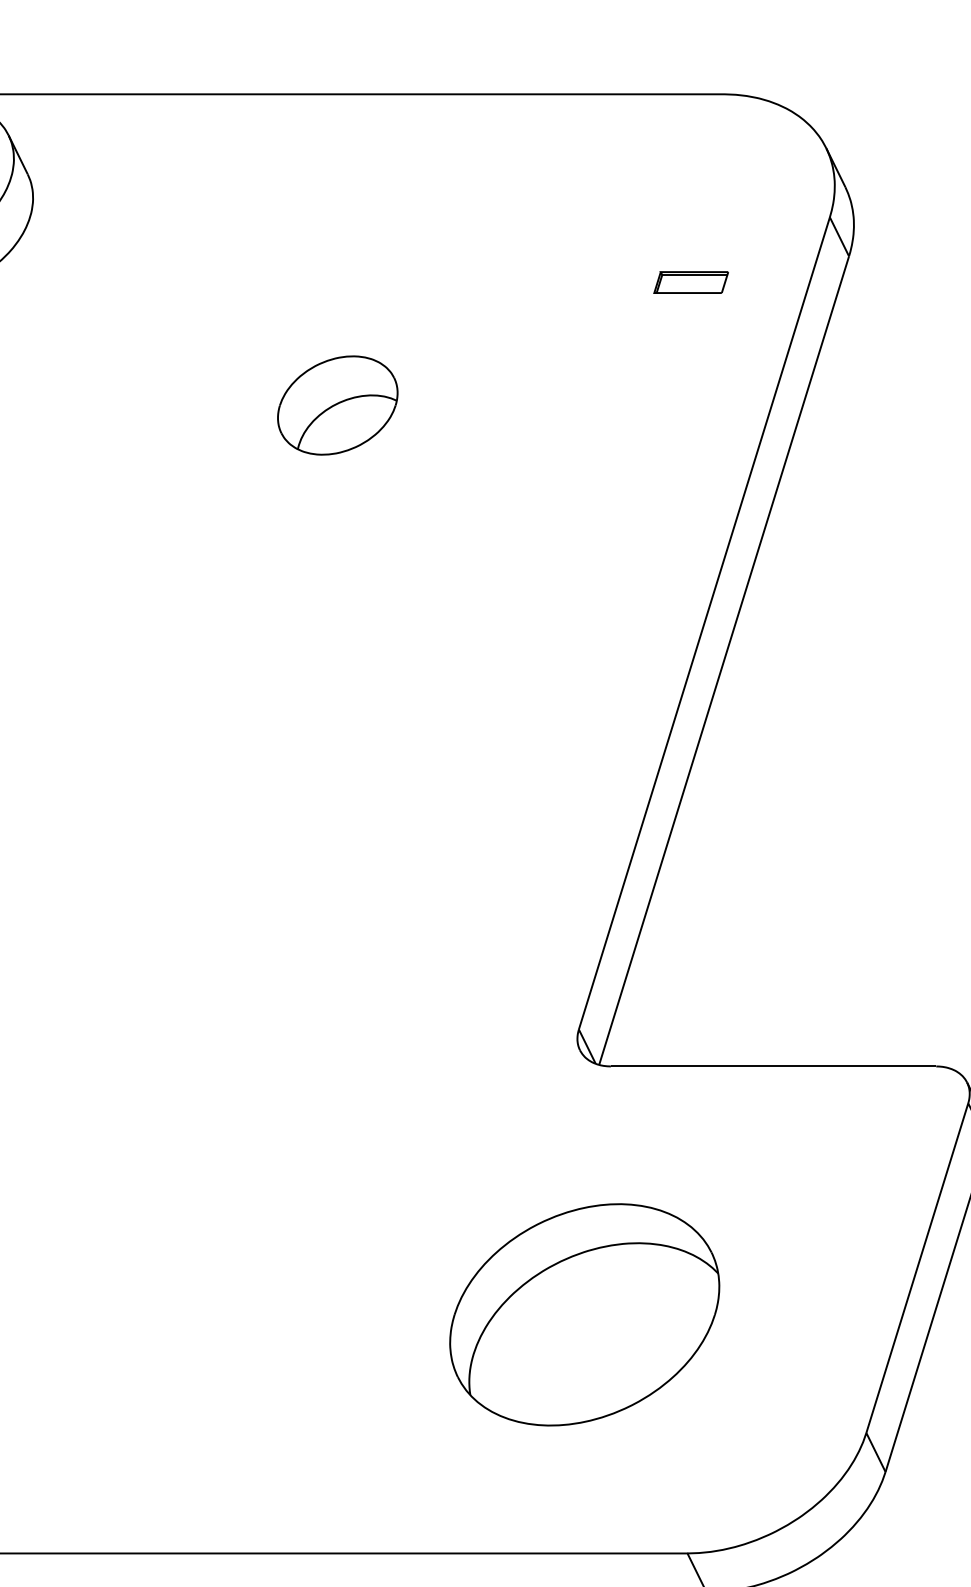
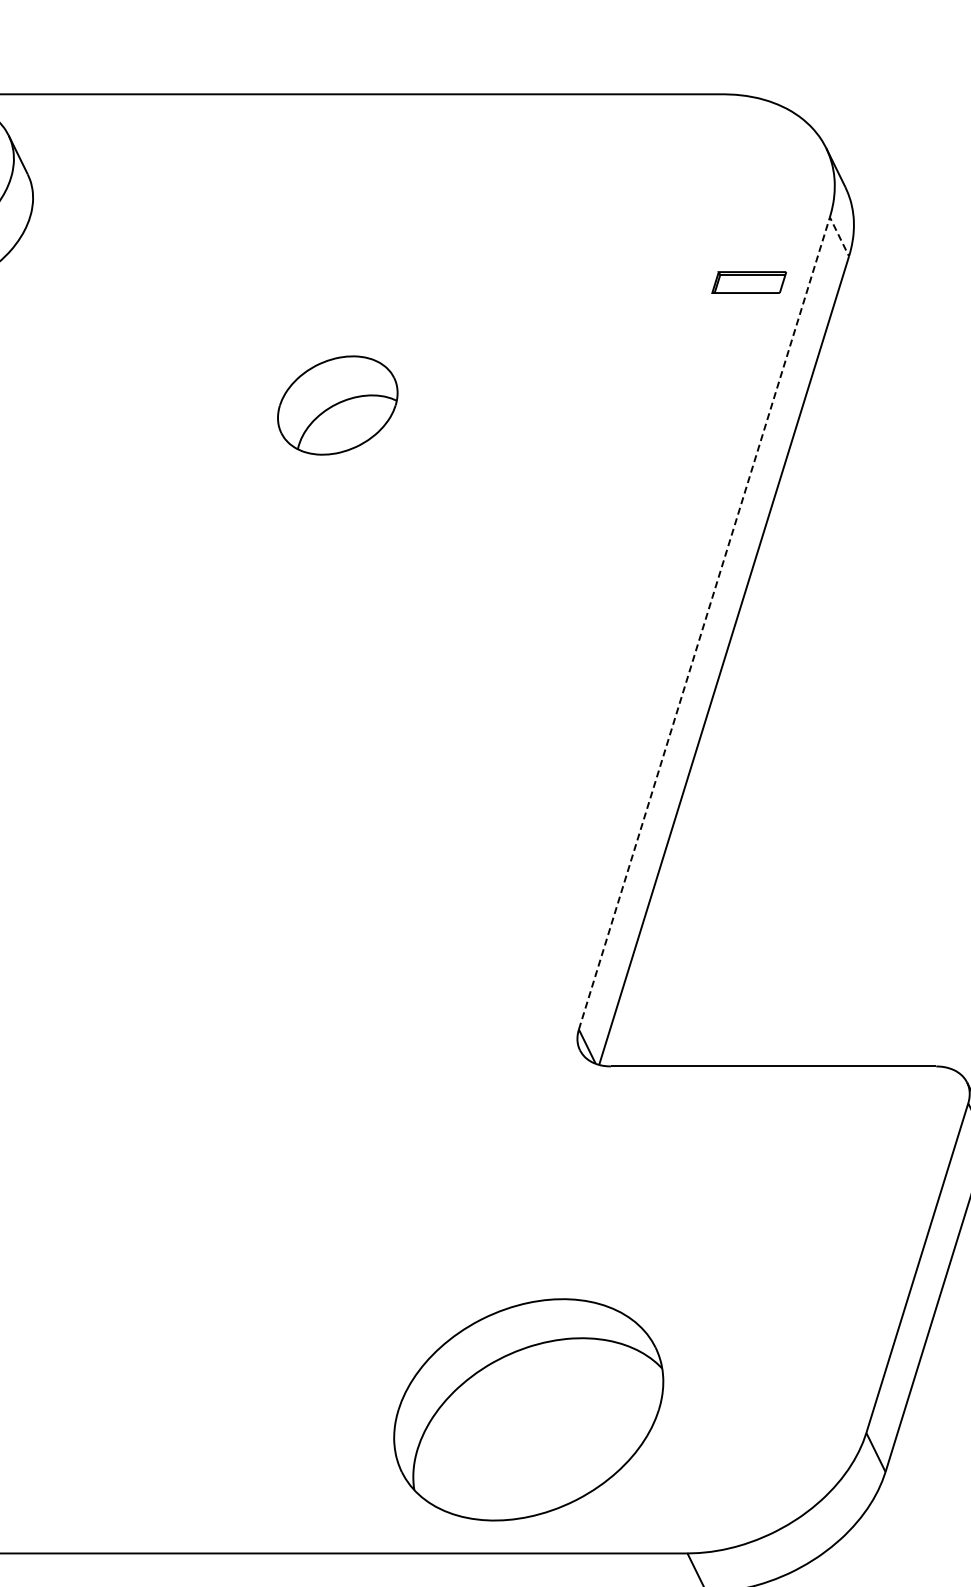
part at (690, 282) position: (690, 282) -> (748, 282)
line at (711, 601): solid -> dashed
part at (584, 1314) position: (584, 1314) -> (528, 1409)
